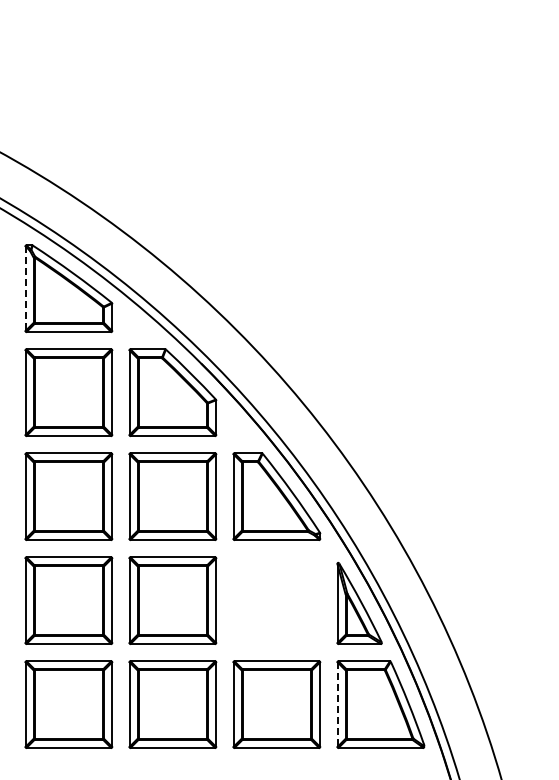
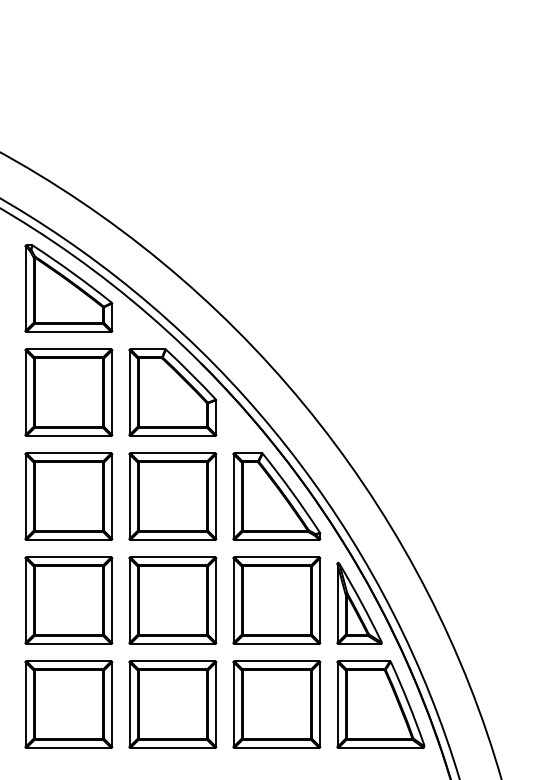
line at (25, 289): dashed -> solid
part at (276, 600): none -> present
line at (337, 705): dashed -> solid
